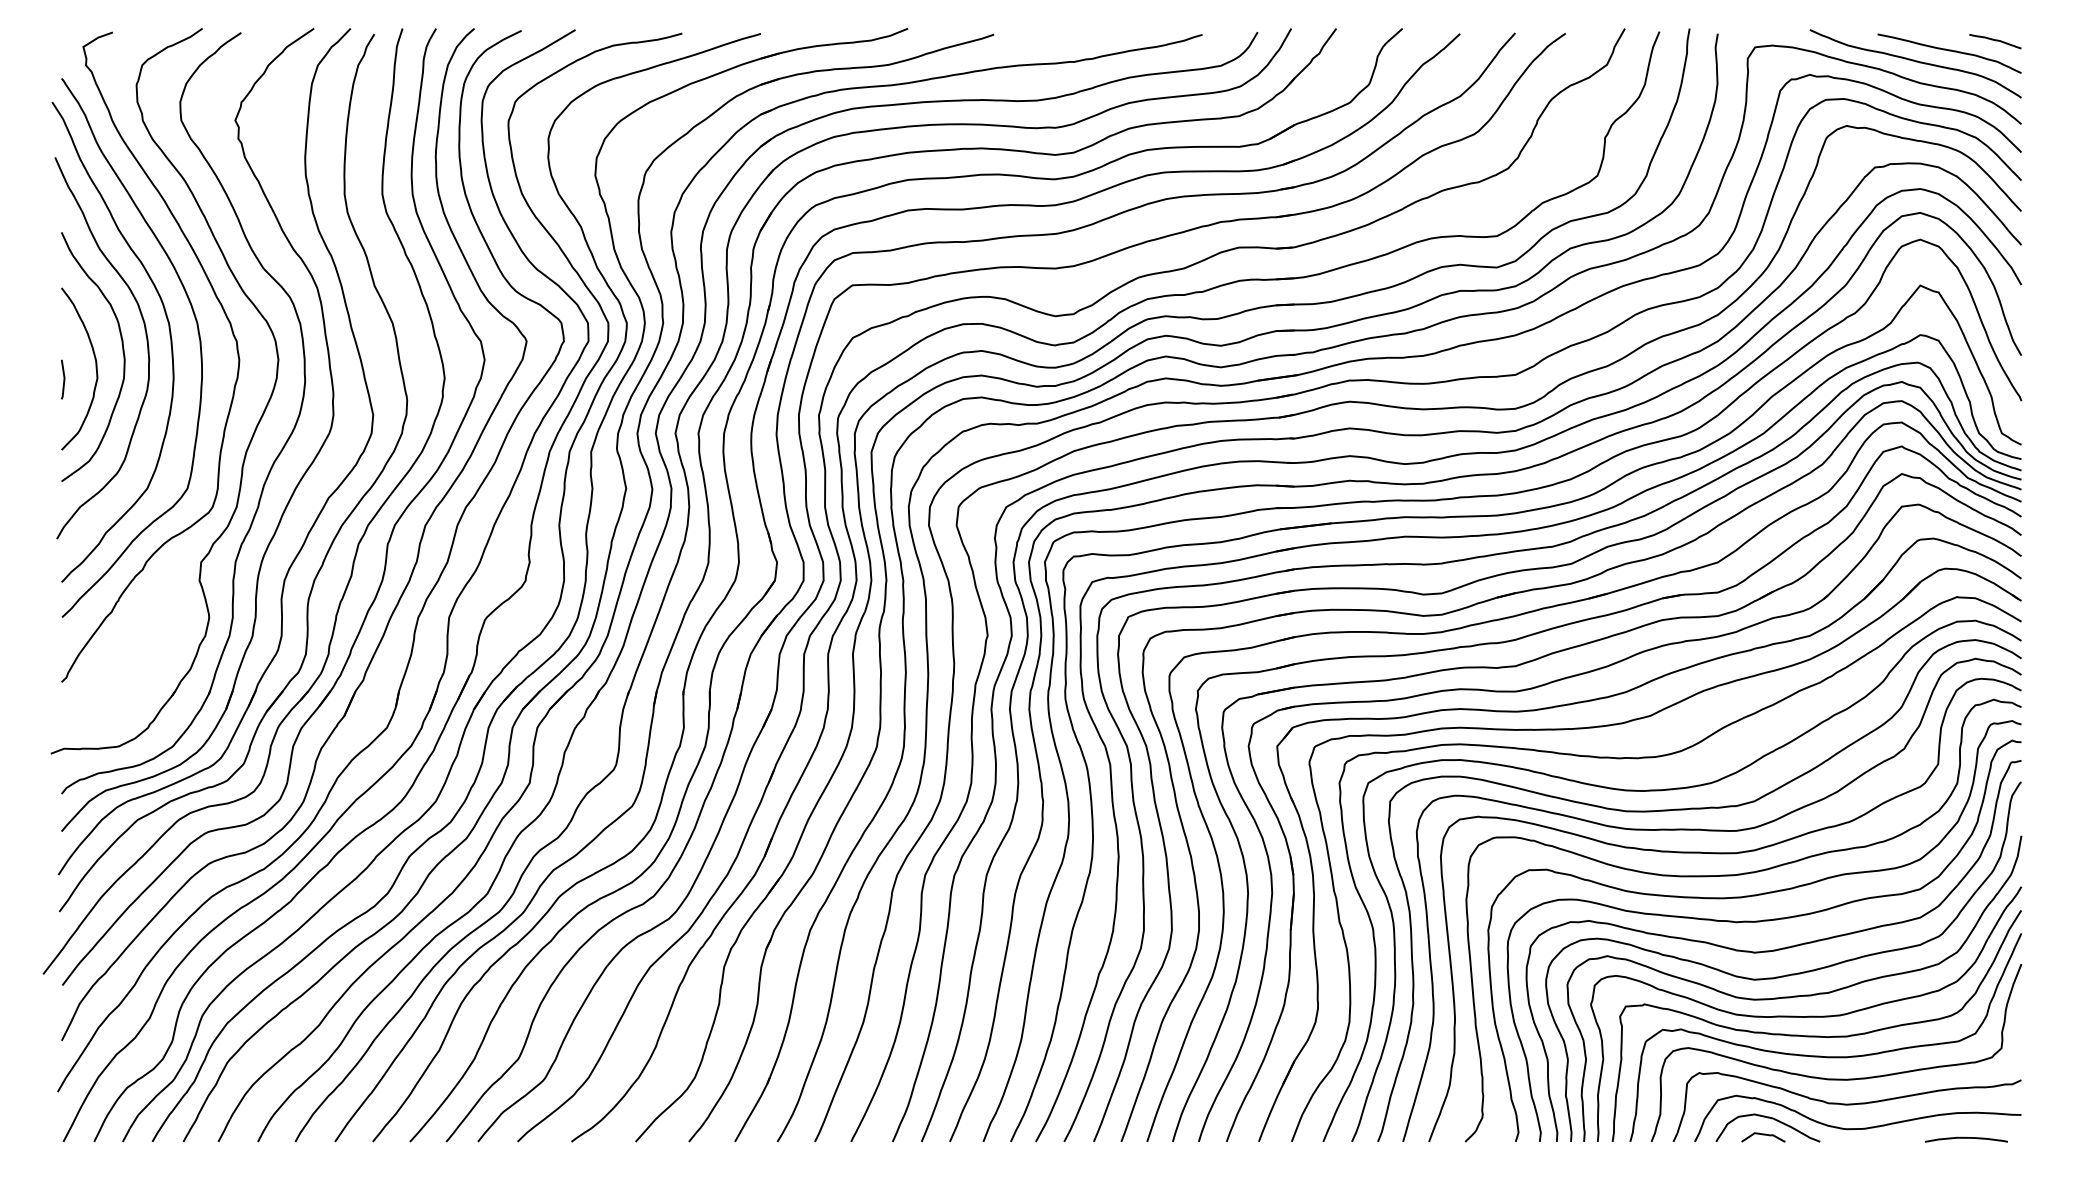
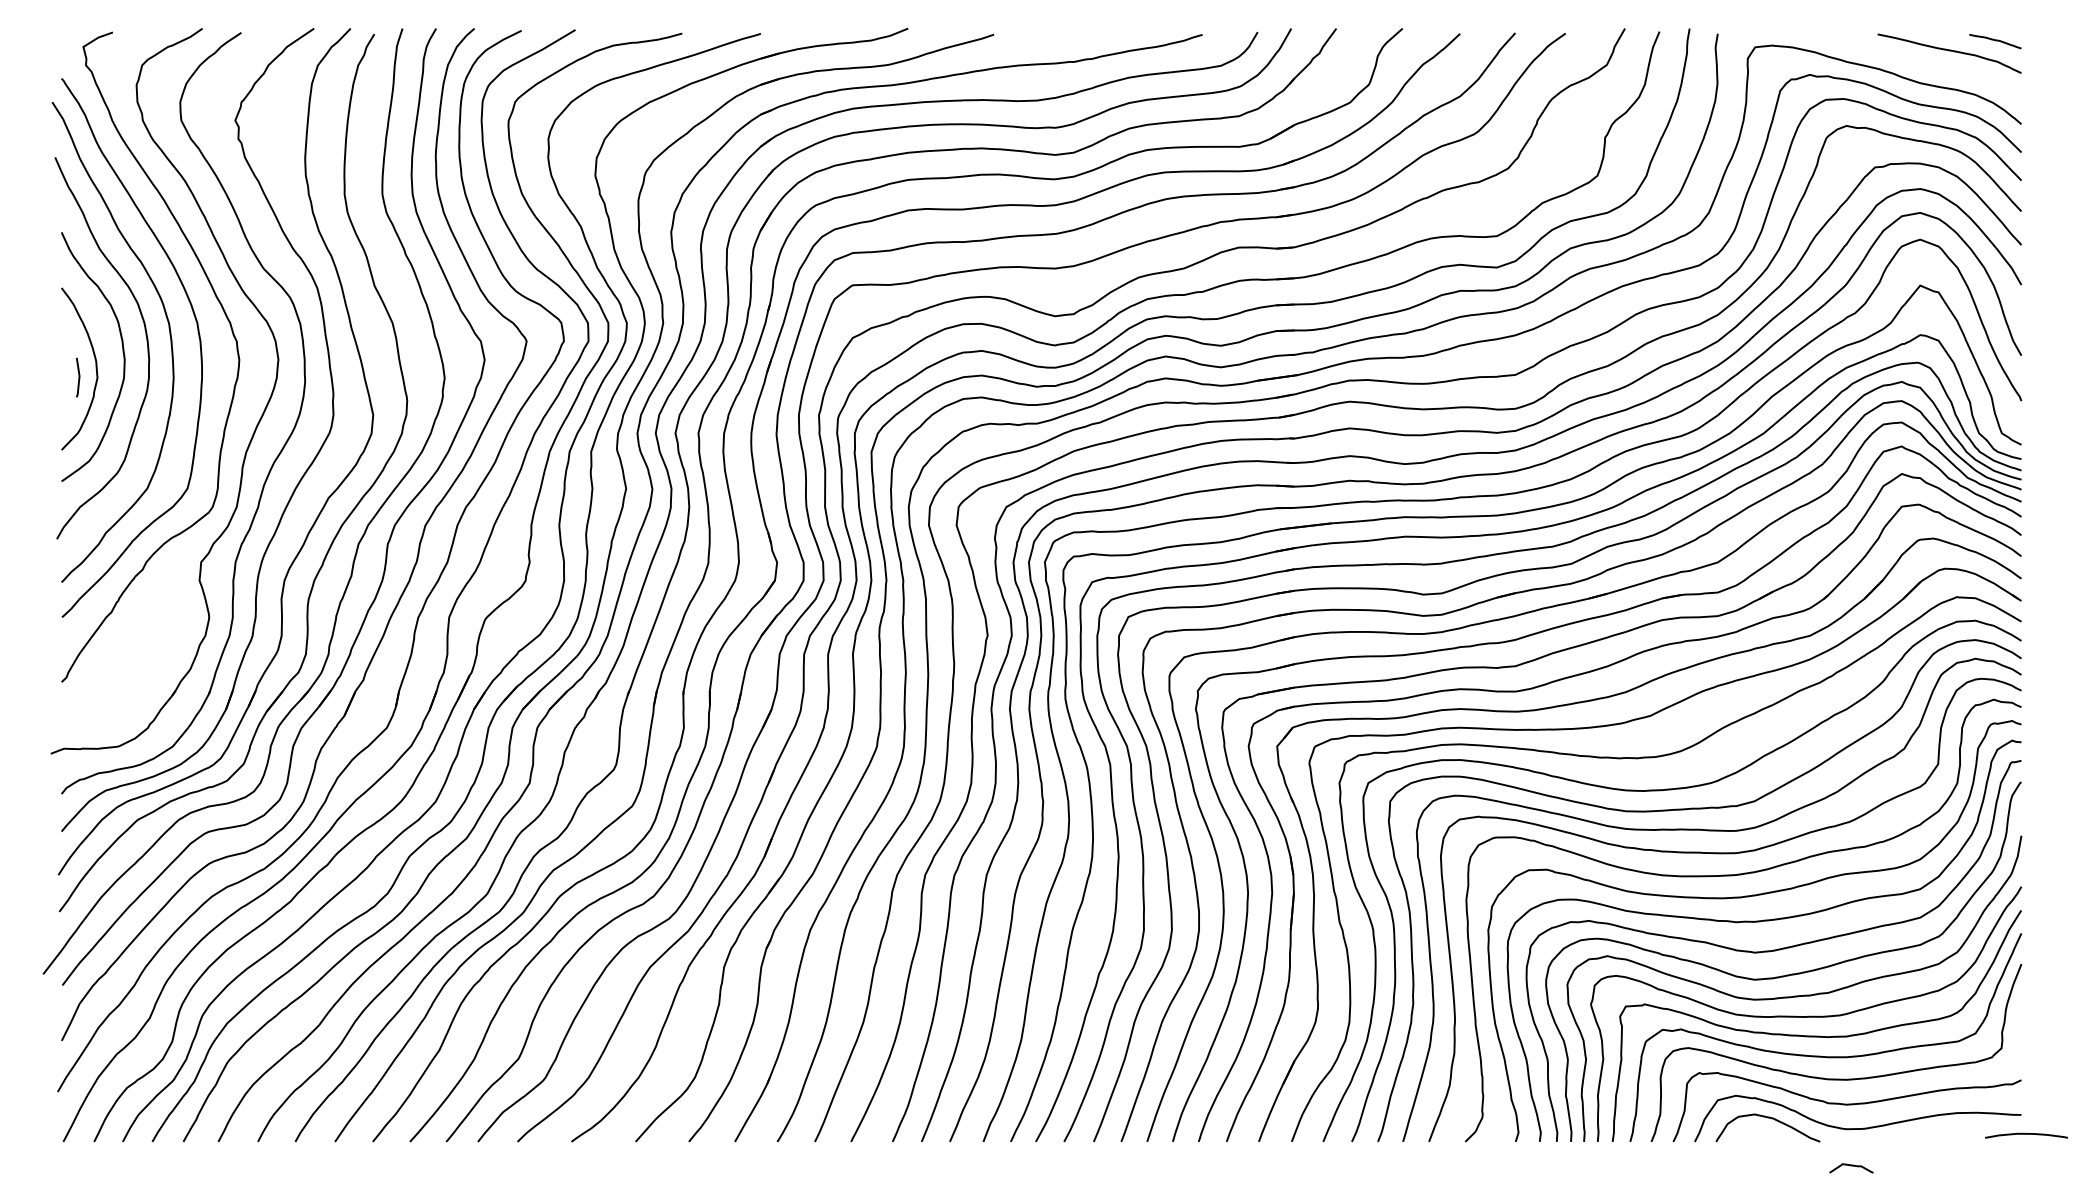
curve at (1916, 62): present -> none
line at (63, 379) position: (63, 379) -> (78, 377)
curve at (1763, 1135) position: (1763, 1135) -> (1851, 1166)
curve at (1966, 1138) position: (1966, 1138) -> (2026, 1134)
